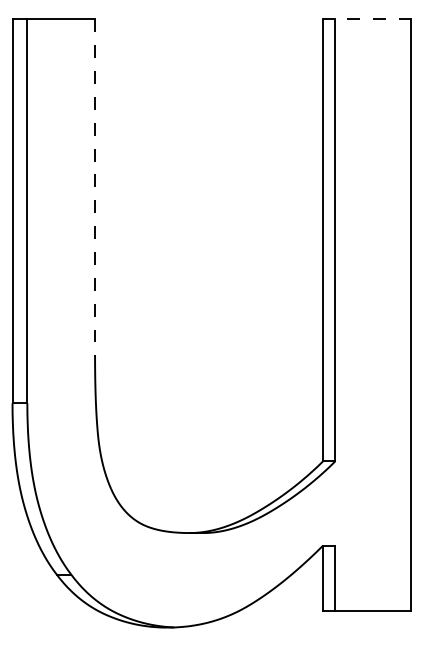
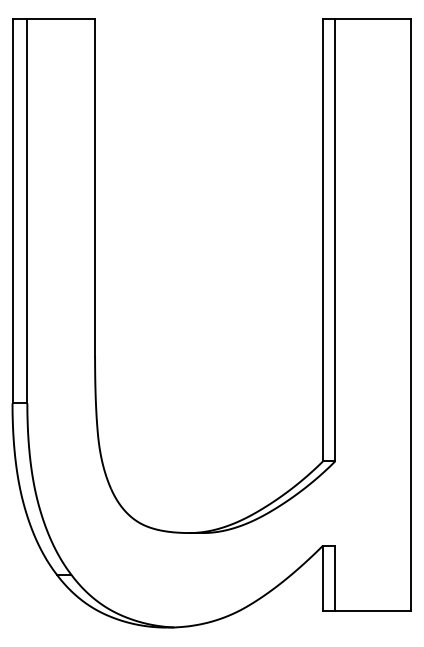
line at (366, 19): dashed -> solid
line at (95, 188): dashed -> solid
